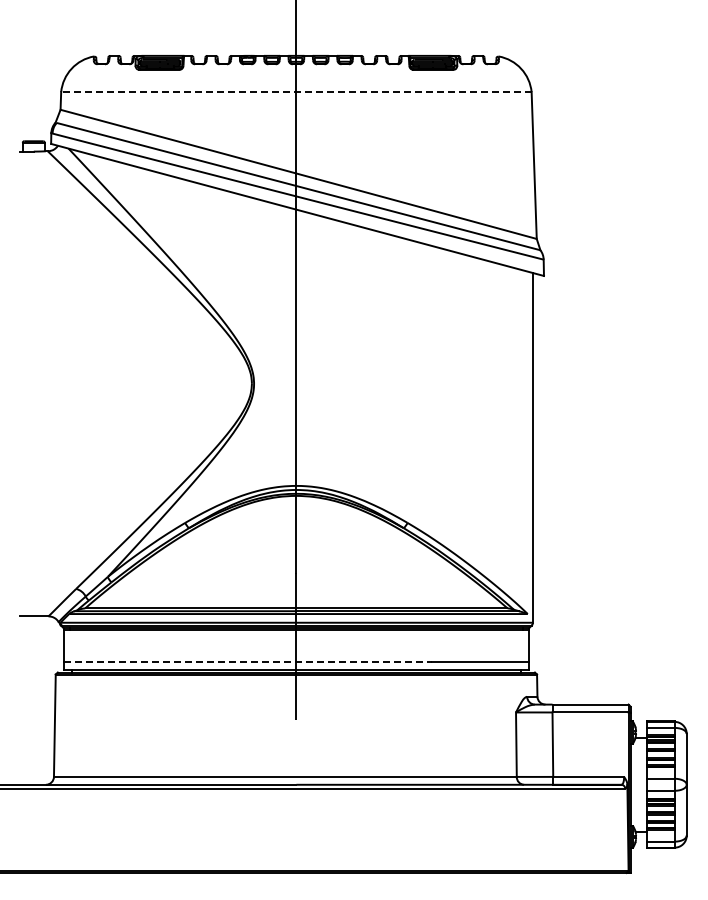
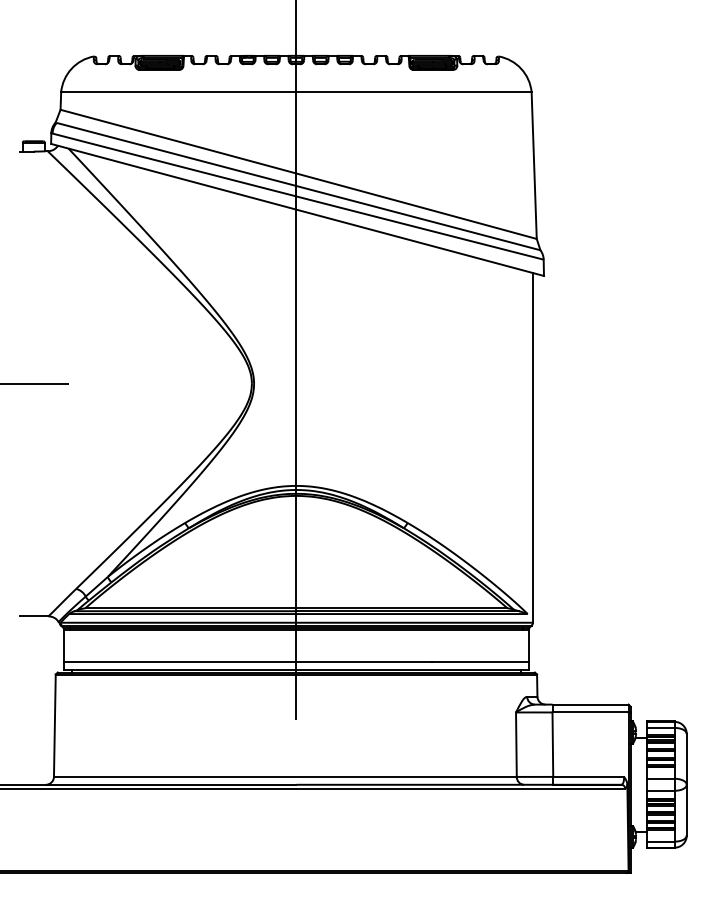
line at (295, 92): dashed -> solid
line at (35, 383): none -> present
line at (248, 662): dashed -> solid
